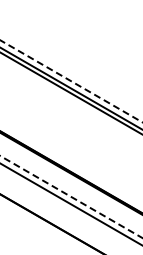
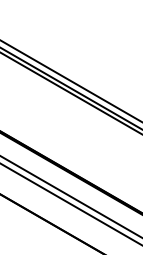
line at (71, 81): dashed -> solid
line at (72, 197): dashed -> solid
